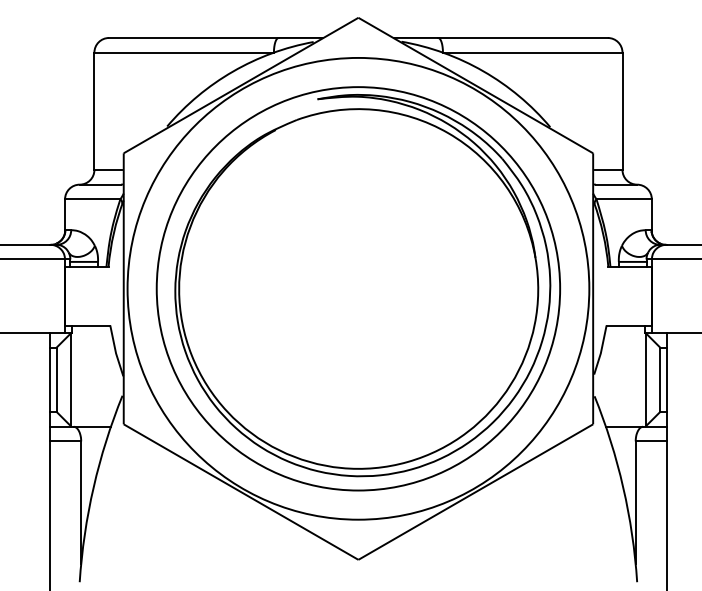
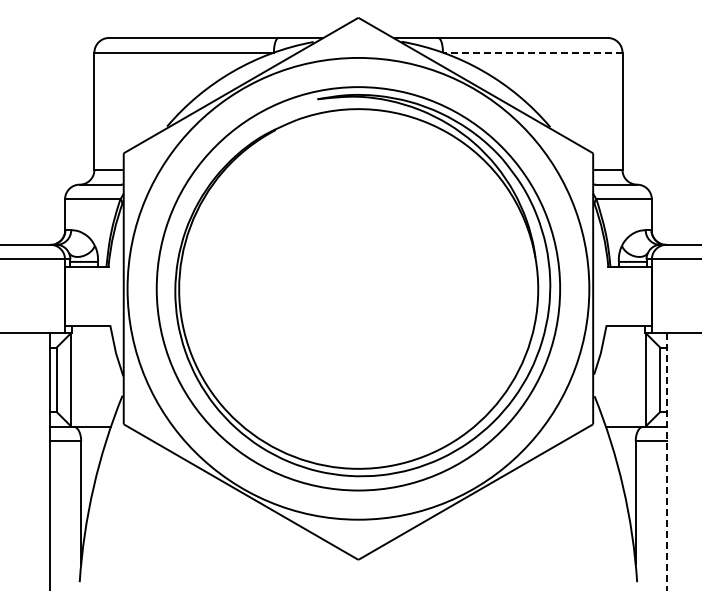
line at (532, 52): solid -> dashed
line at (666, 461): solid -> dashed
